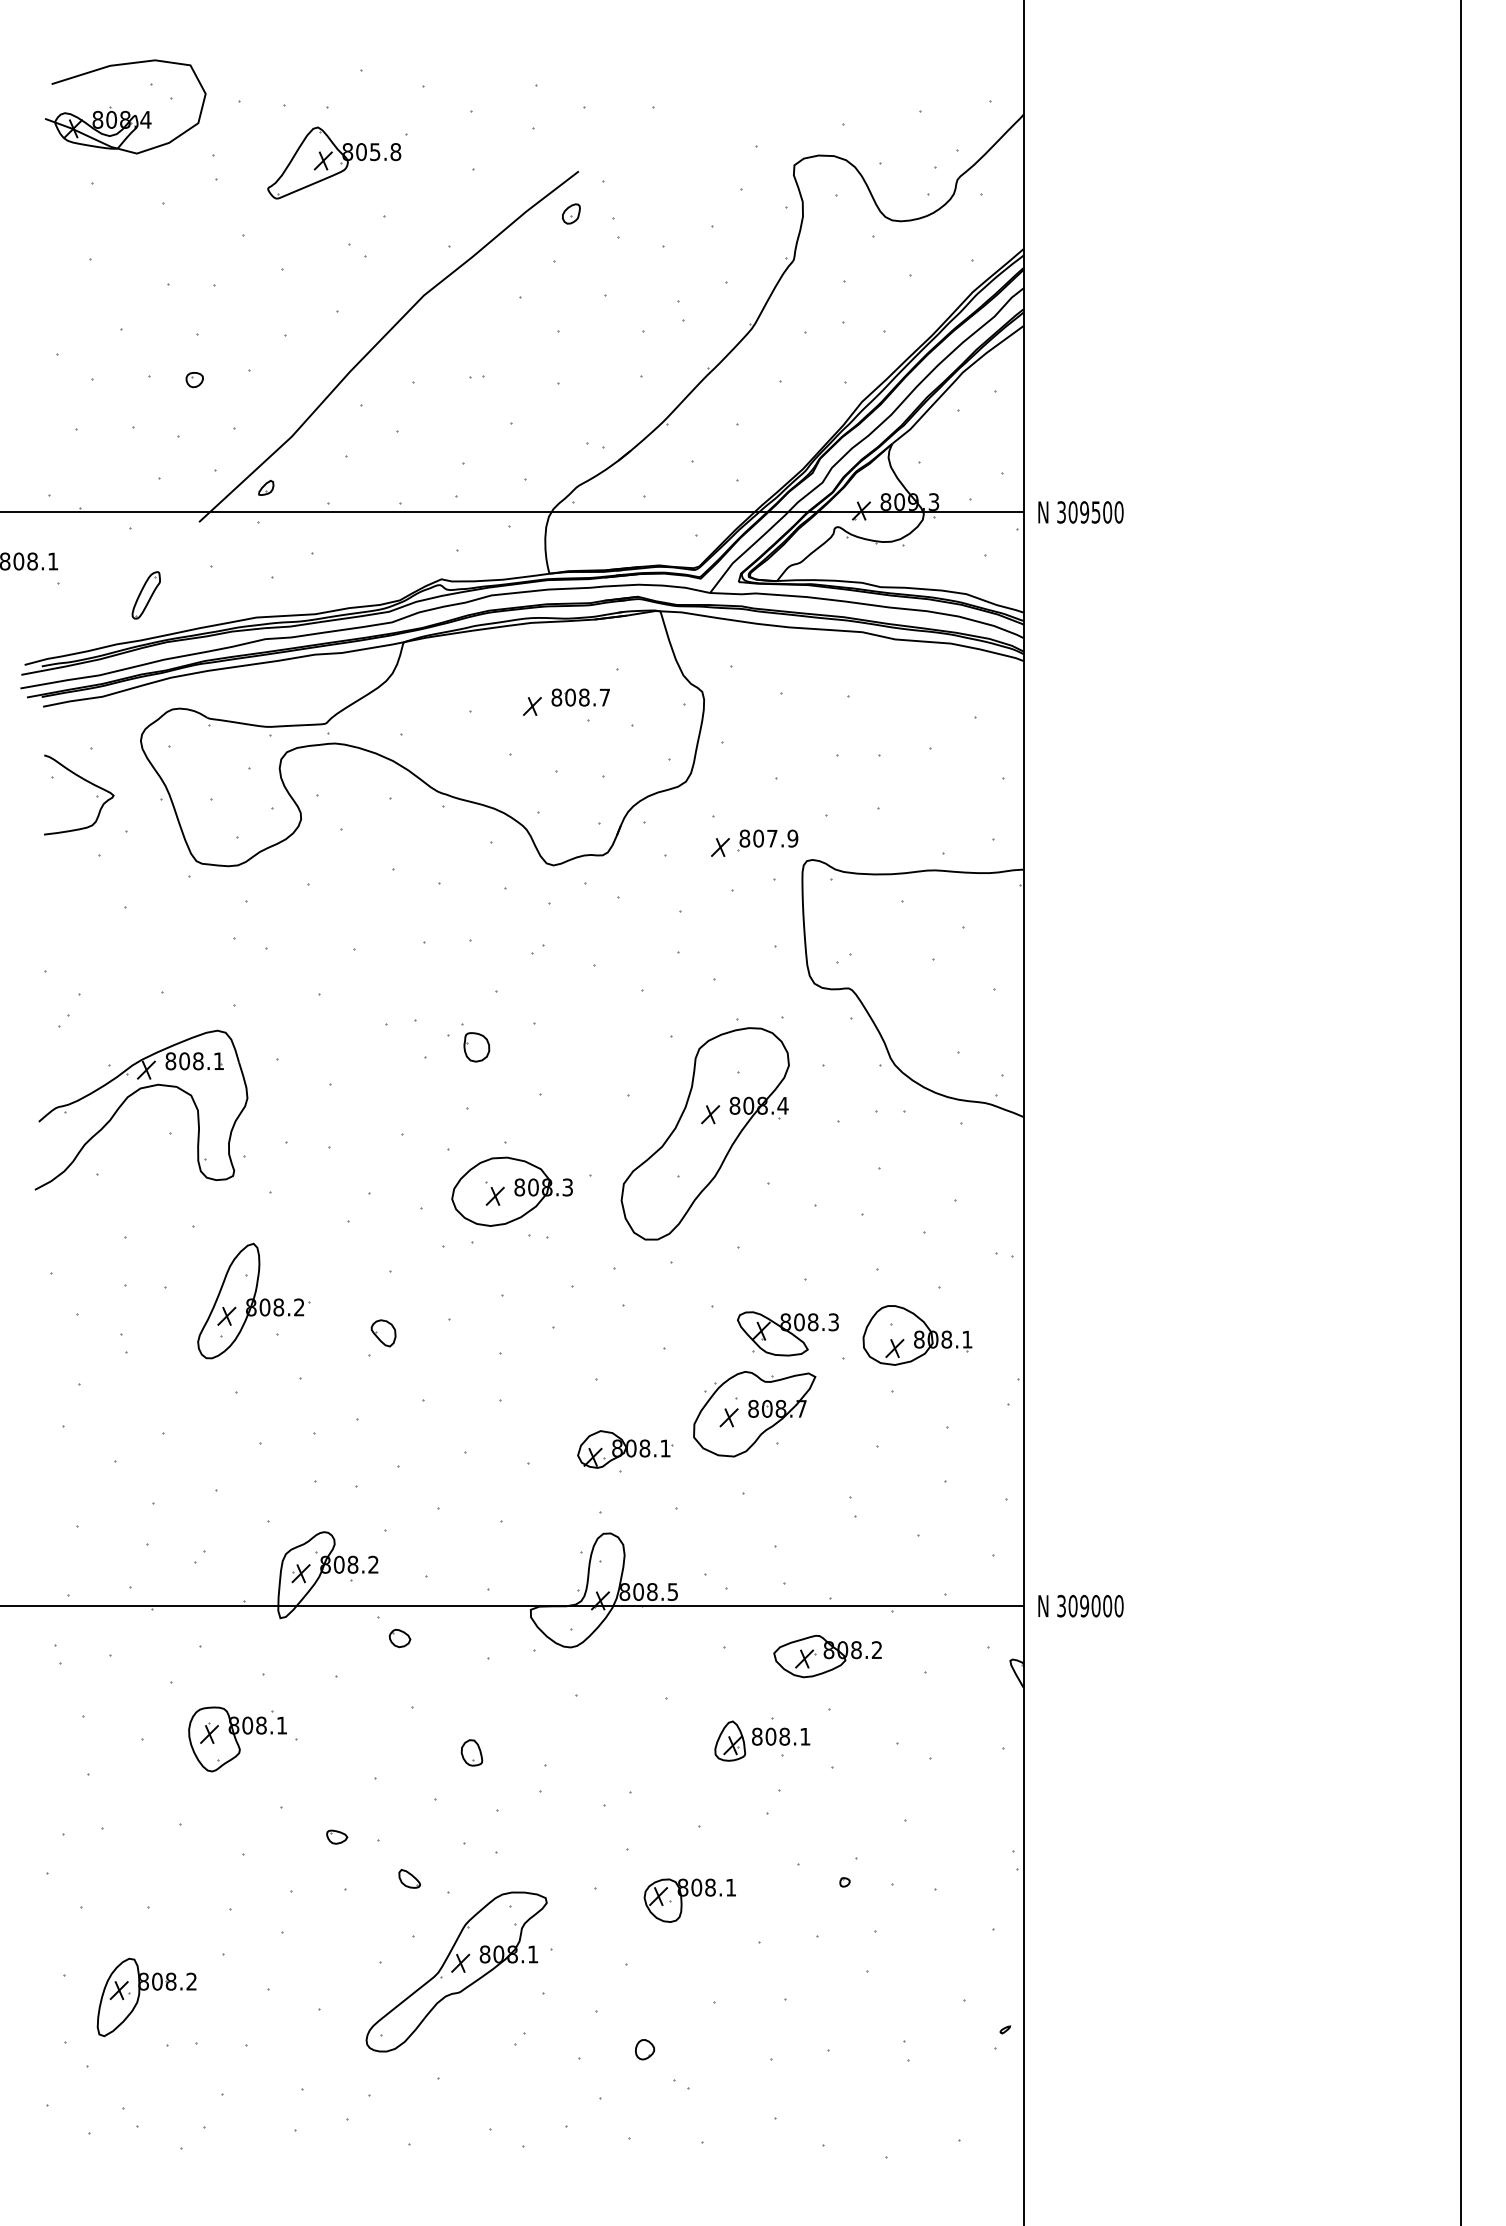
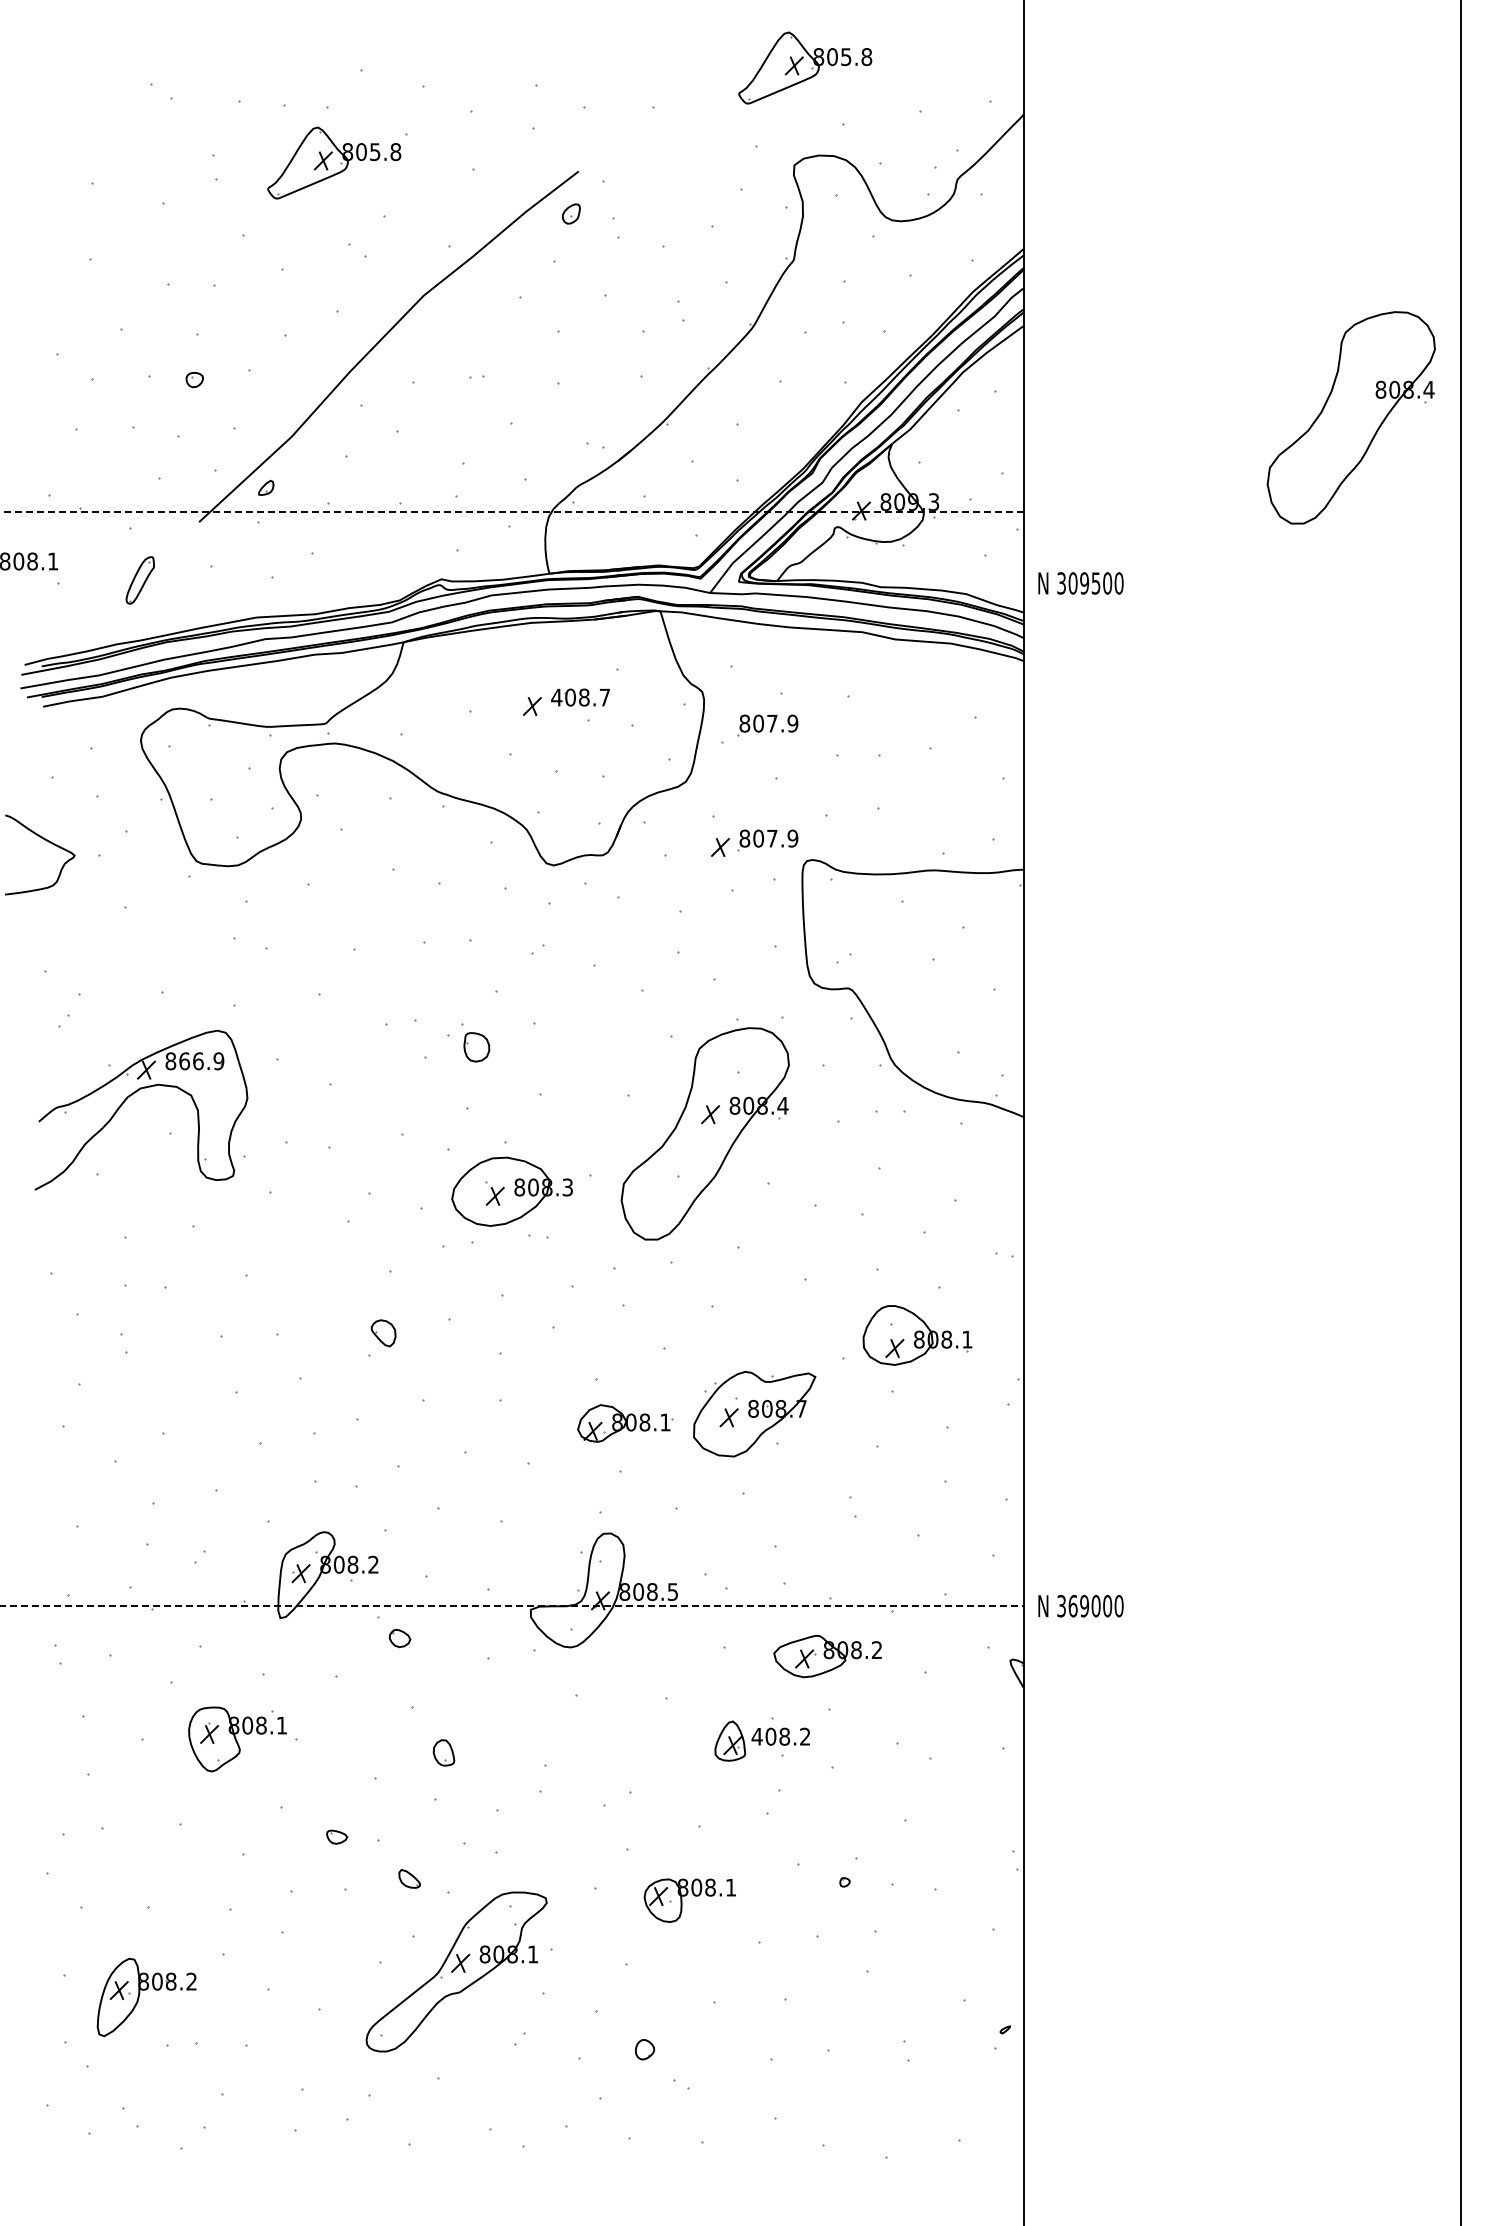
part at (805, 67): none -> present
part at (125, 106): present -> none
part at (1350, 417): none -> present
line at (511, 512): solid -> dashed
text at (1080, 512) position: (1080, 512) -> (1080, 583)
part at (145, 595) position: (145, 595) -> (139, 580)
text at (556, 697): 808.7 -> 408.7
part at (767, 725): none -> present
curve at (85, 781) position: (85, 781) -> (46, 841)
text at (201, 1061): 808.1 -> 866.9
part at (253, 1300): present -> none
part at (787, 1333): present -> none
part at (625, 1449) position: (625, 1449) -> (625, 1423)
text at (1072, 1605): 309000 -> 369000
line at (512, 1606): solid -> dashed
text at (780, 1736): 808.1 -> 408.2
part at (471, 1752) position: (471, 1752) -> (443, 1752)
